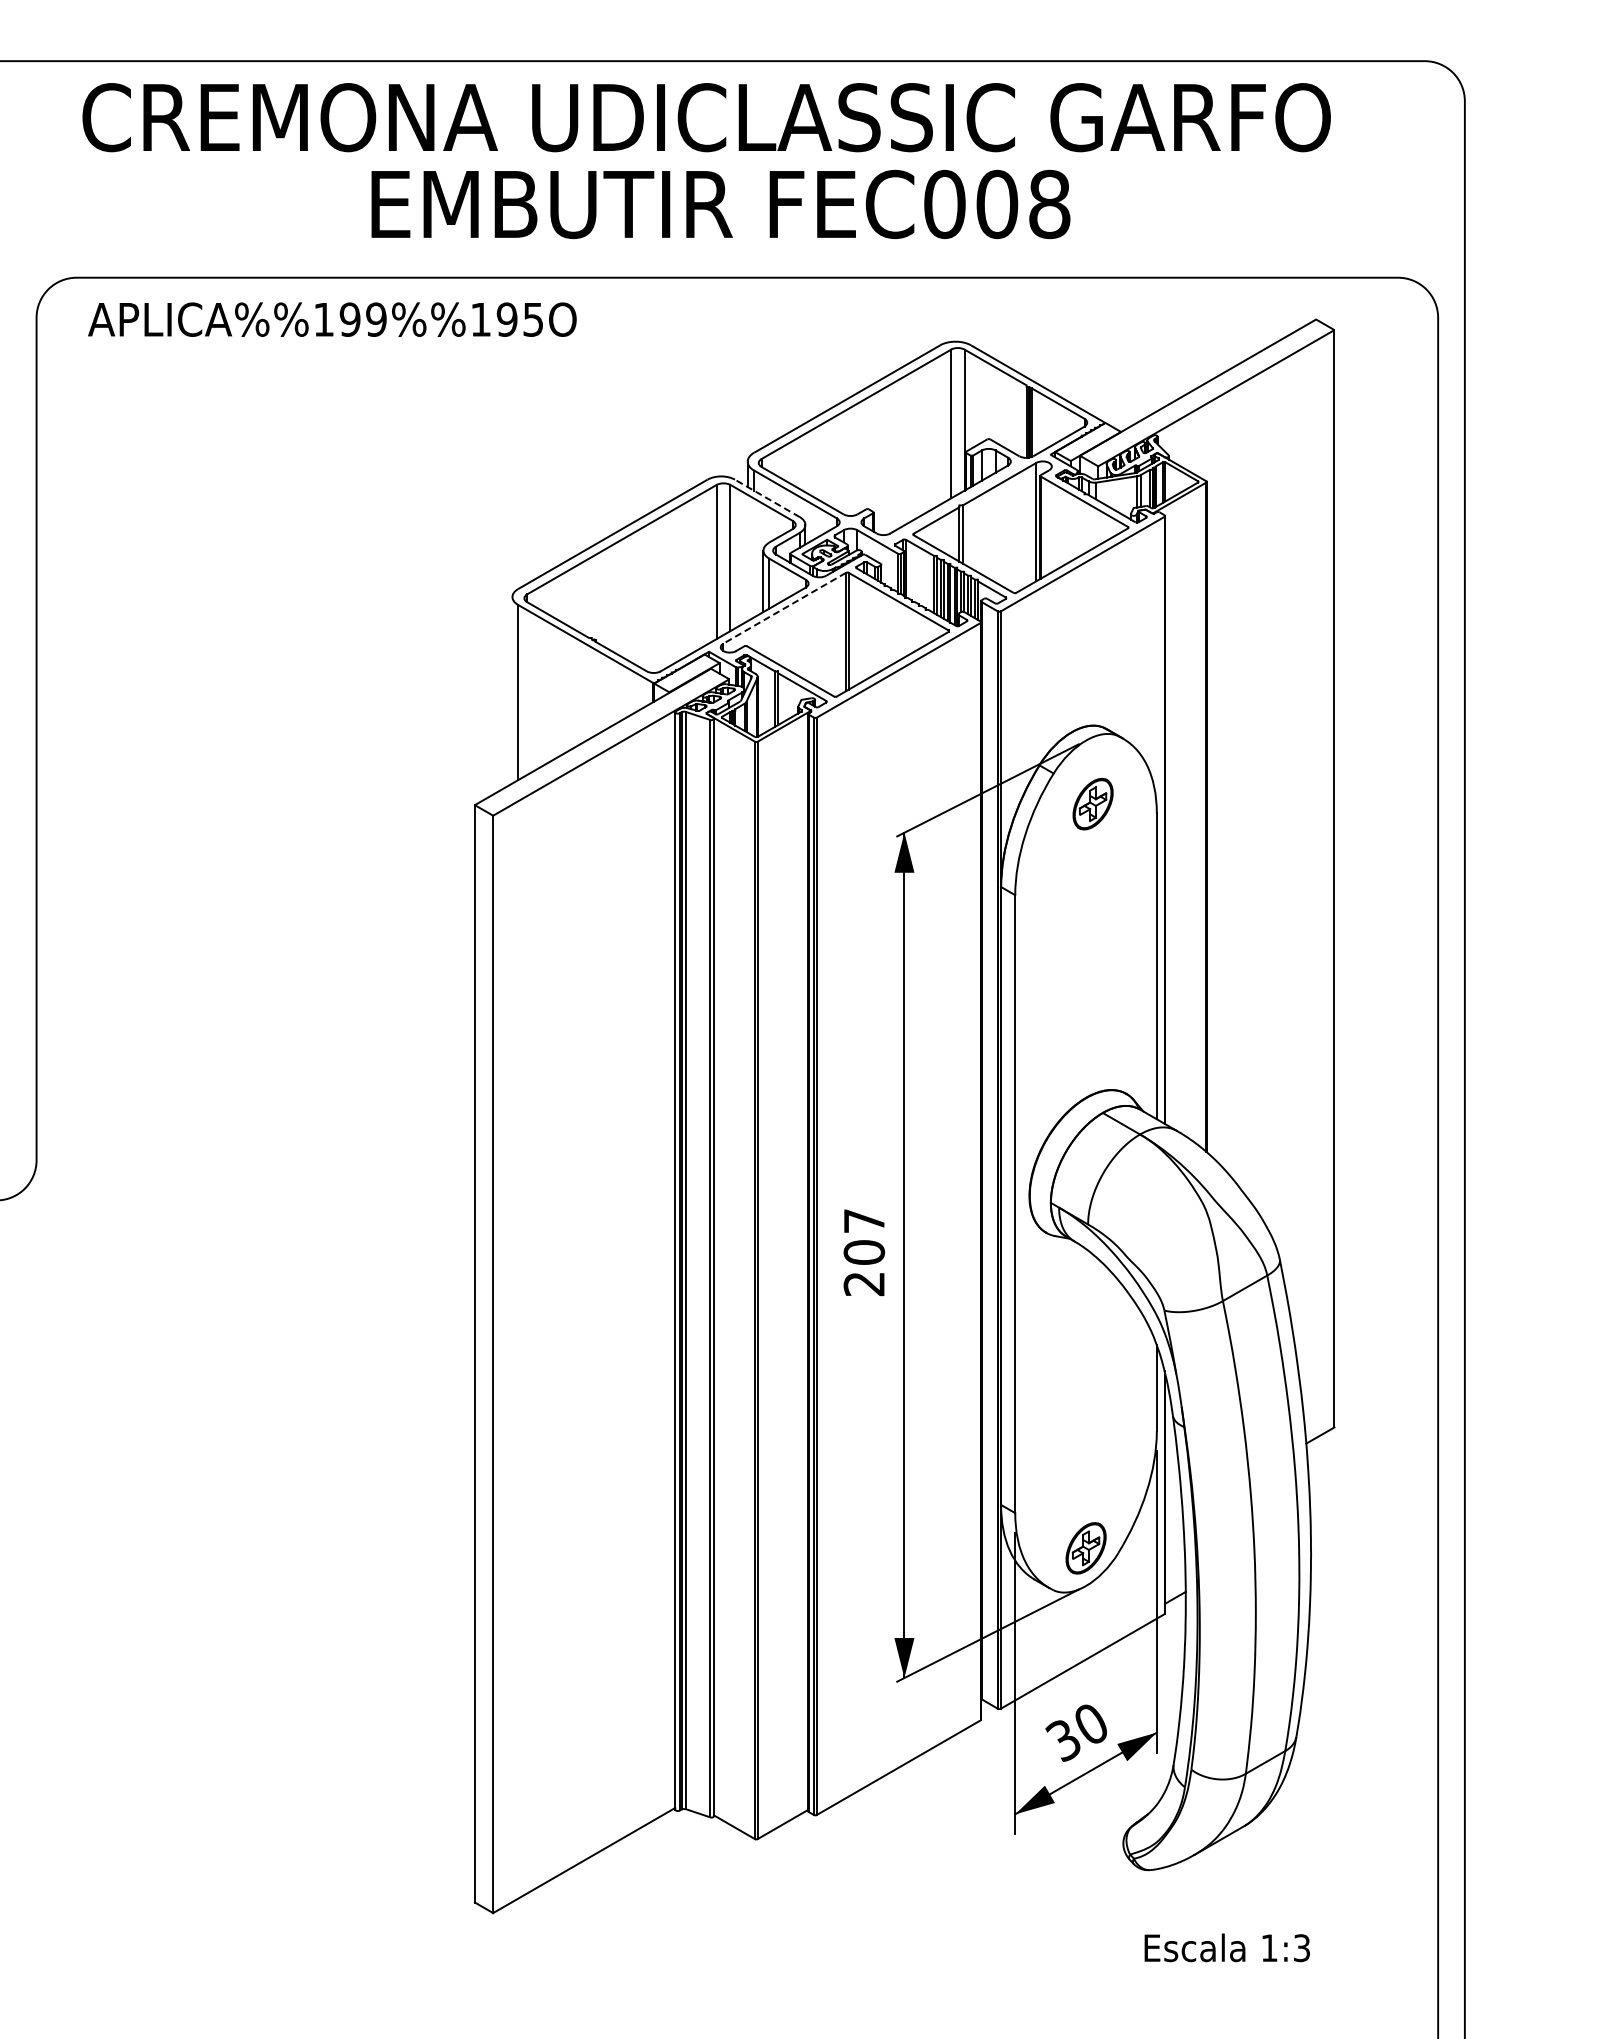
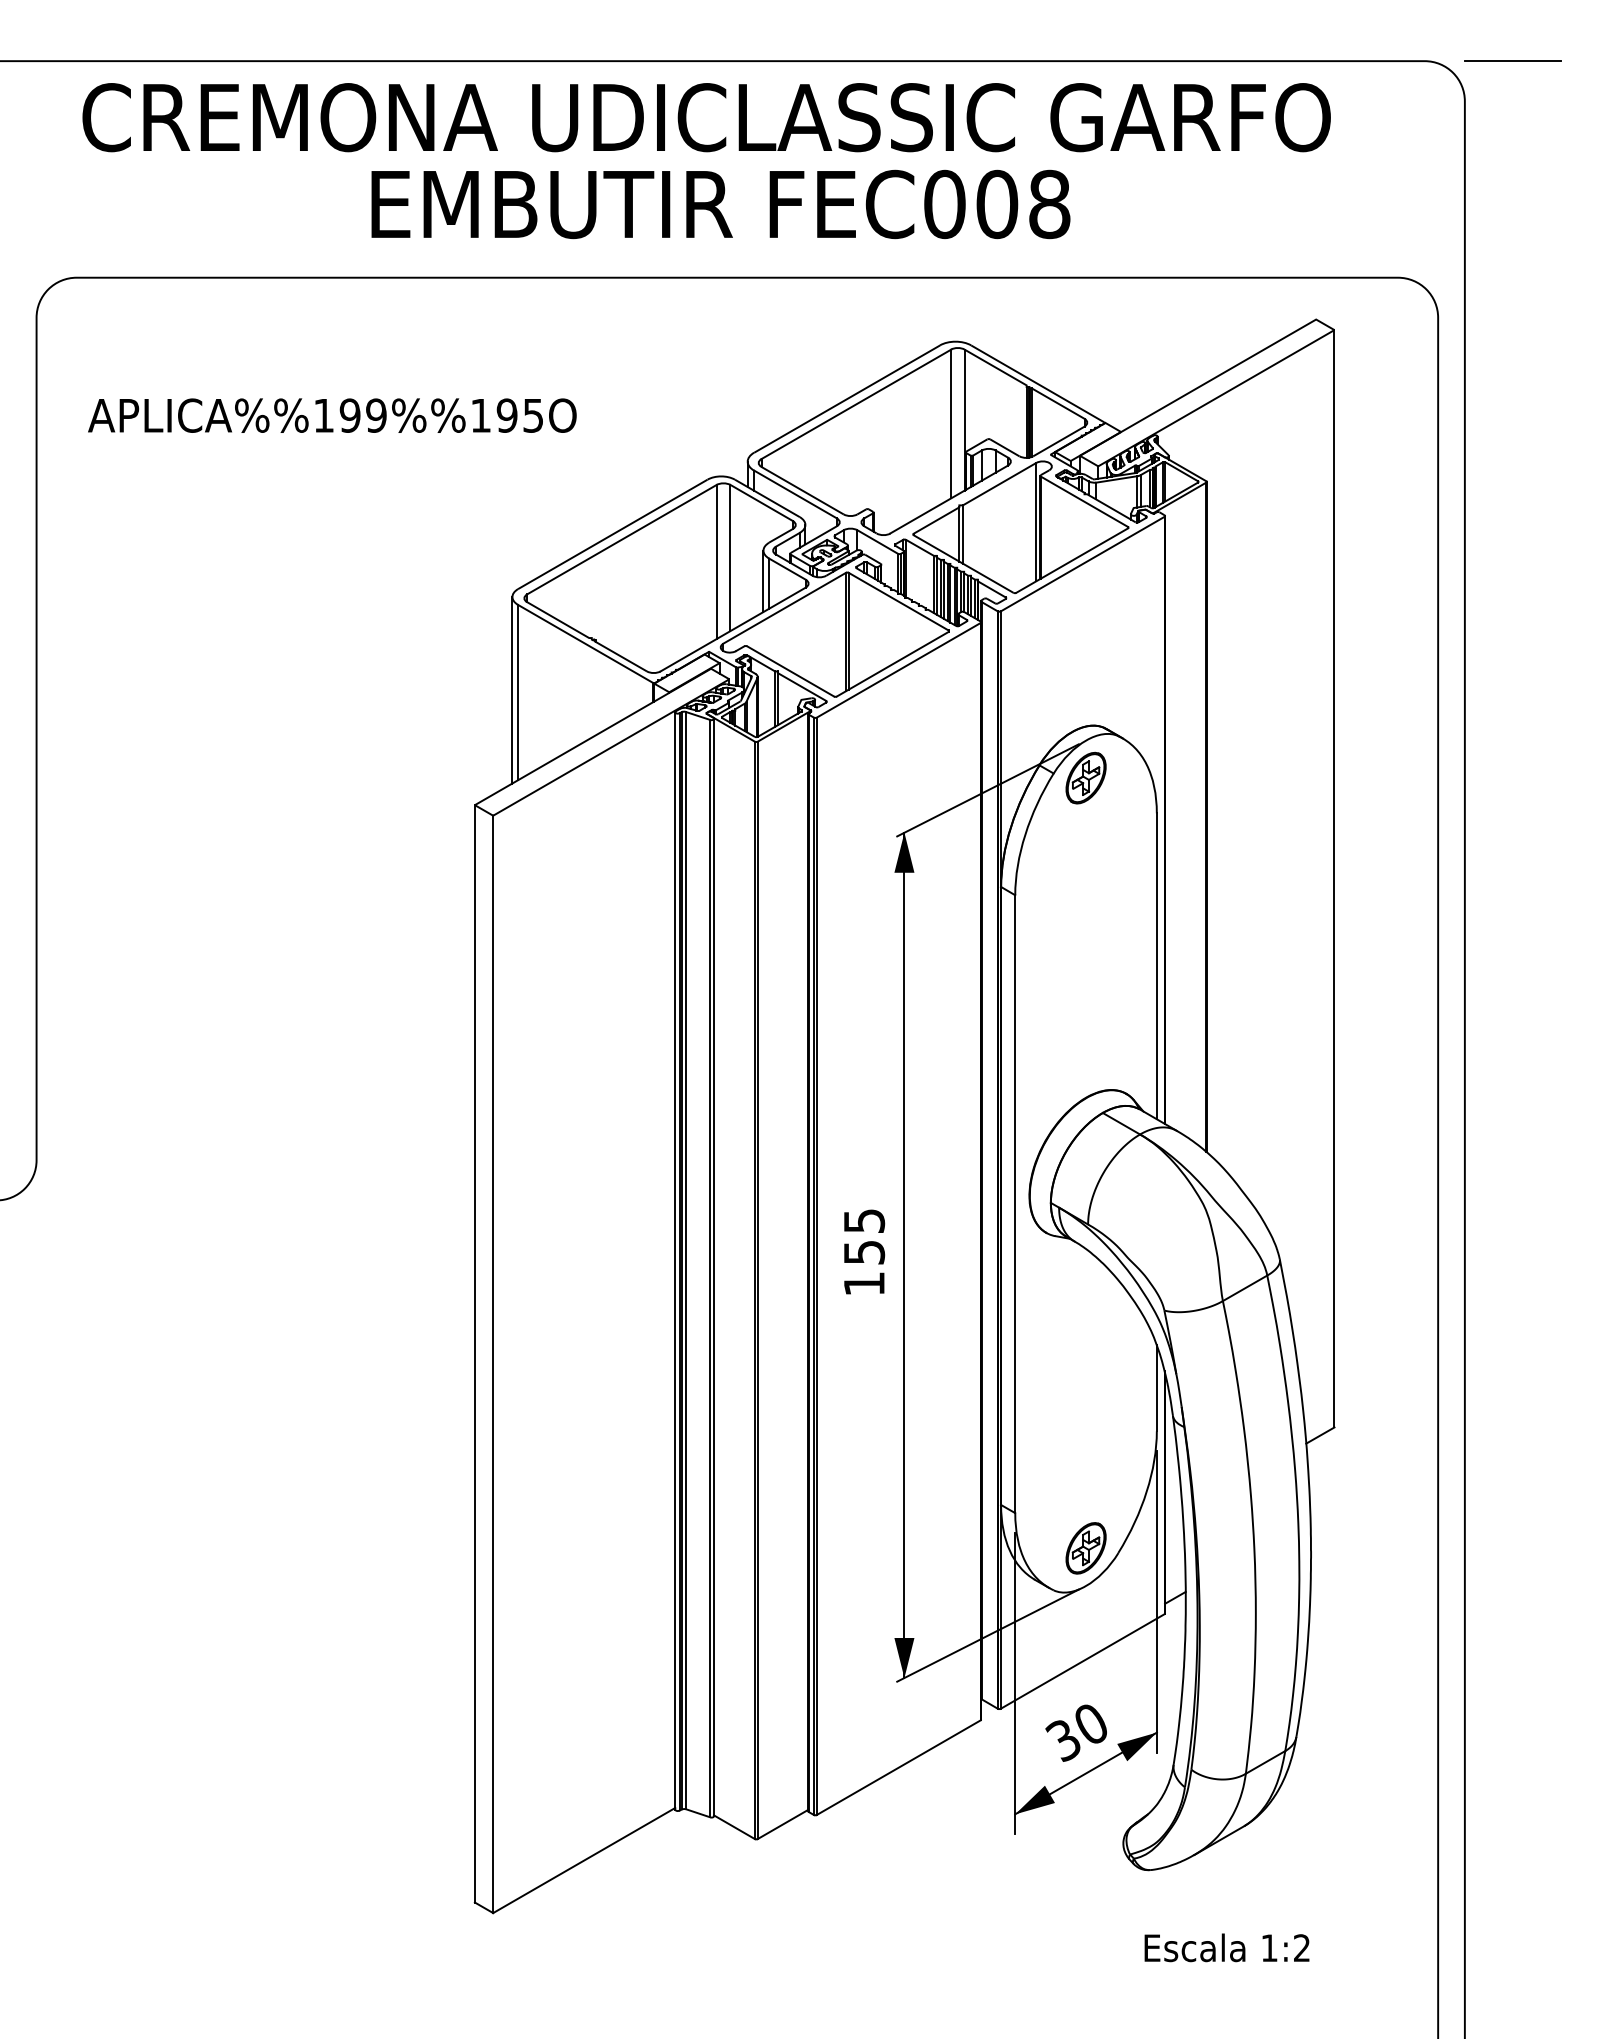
line at (1512, 61): none -> present
text at (332, 319) position: (332, 319) -> (332, 415)
line at (766, 498): dashed -> solid
line at (784, 608): dashed -> solid
line at (512, 690): none -> present
part at (1092, 803) position: (1092, 803) -> (1085, 777)
text at (864, 1252): 207 -> 155
text at (1301, 1948): 1:3 -> 1:2
